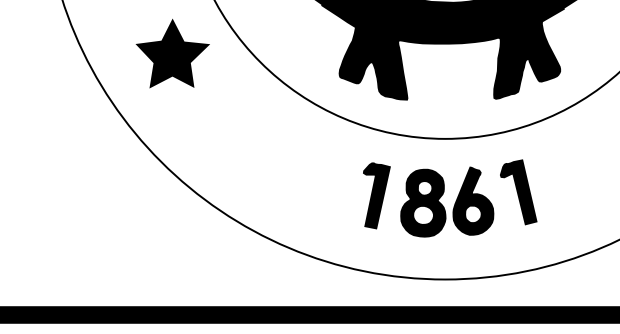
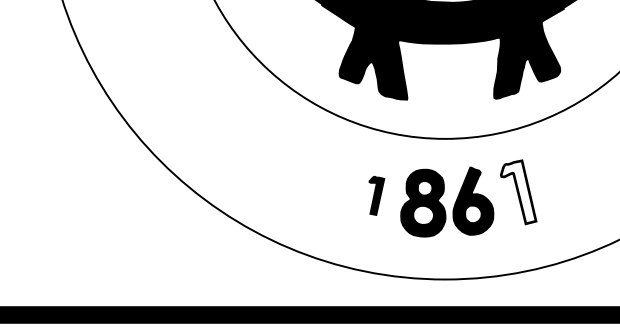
part at (172, 53): present -> none
fill at (518, 191): present -> none
part at (376, 195) size: 28x68 px -> 18x41 px
